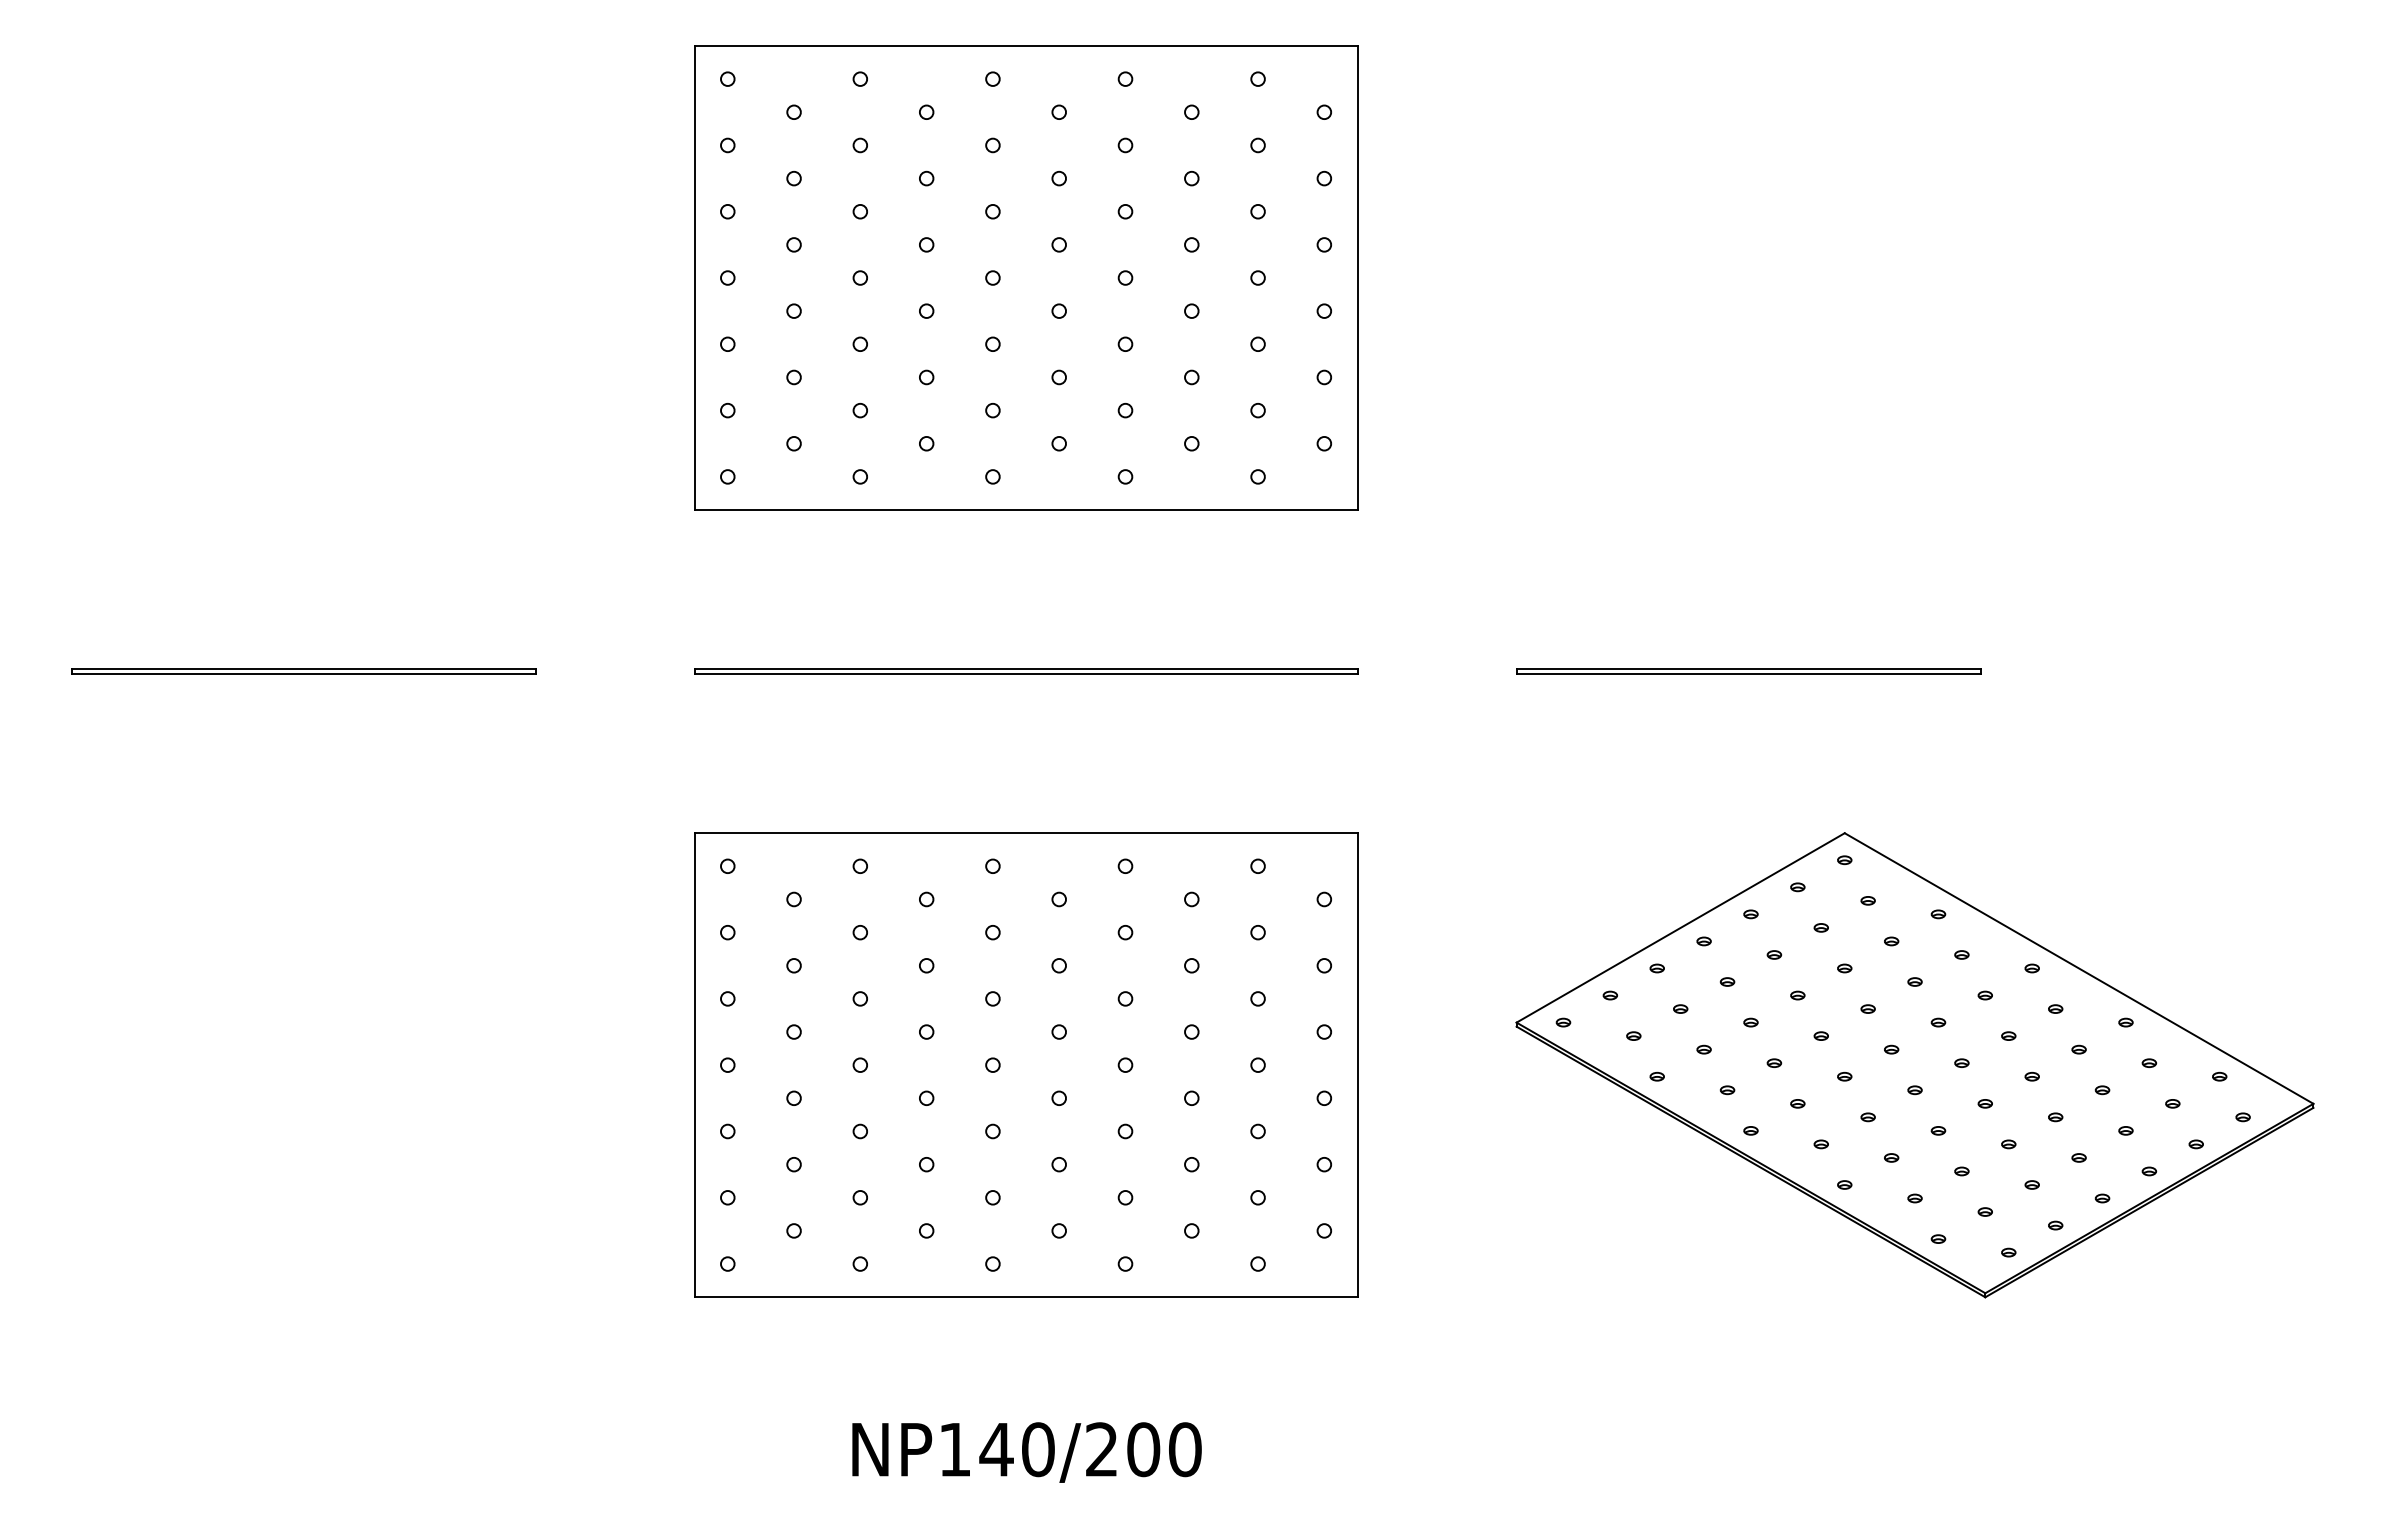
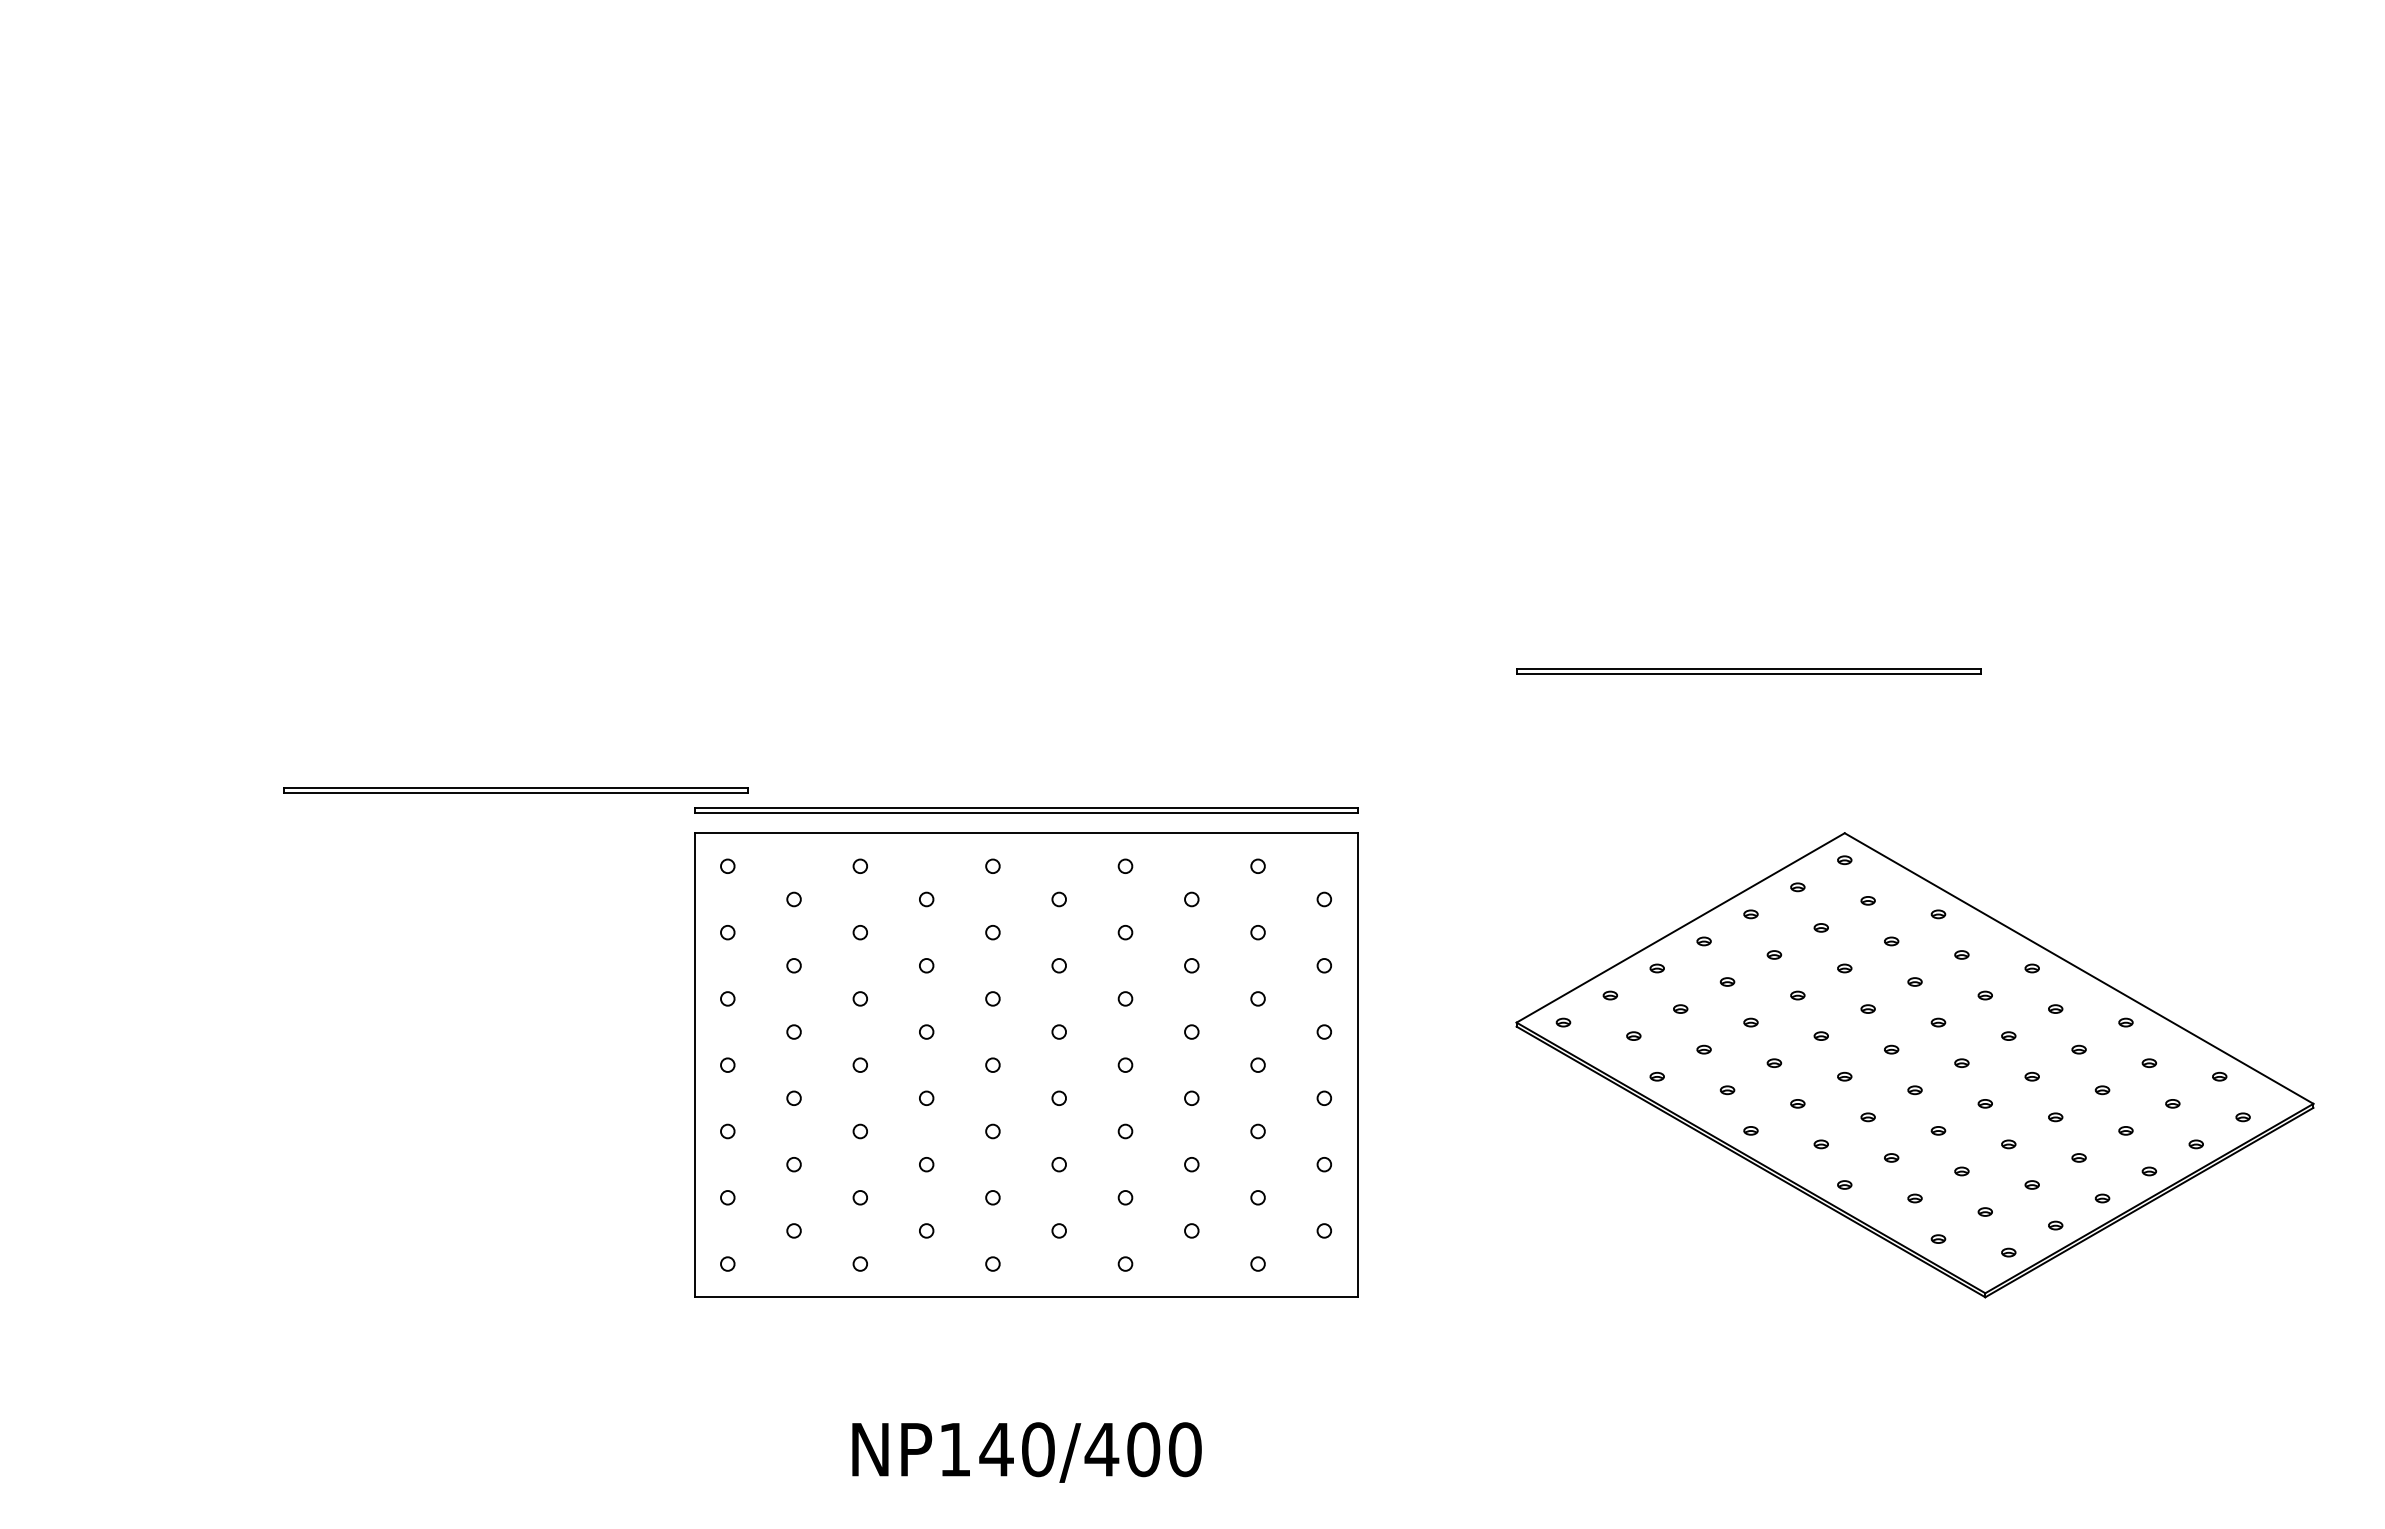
part at (1026, 277): present -> none
part at (303, 671) position: (303, 671) -> (515, 790)
part at (1026, 671) position: (1026, 671) -> (1026, 810)
text at (1101, 1449): NP140/200 -> NP140/400
